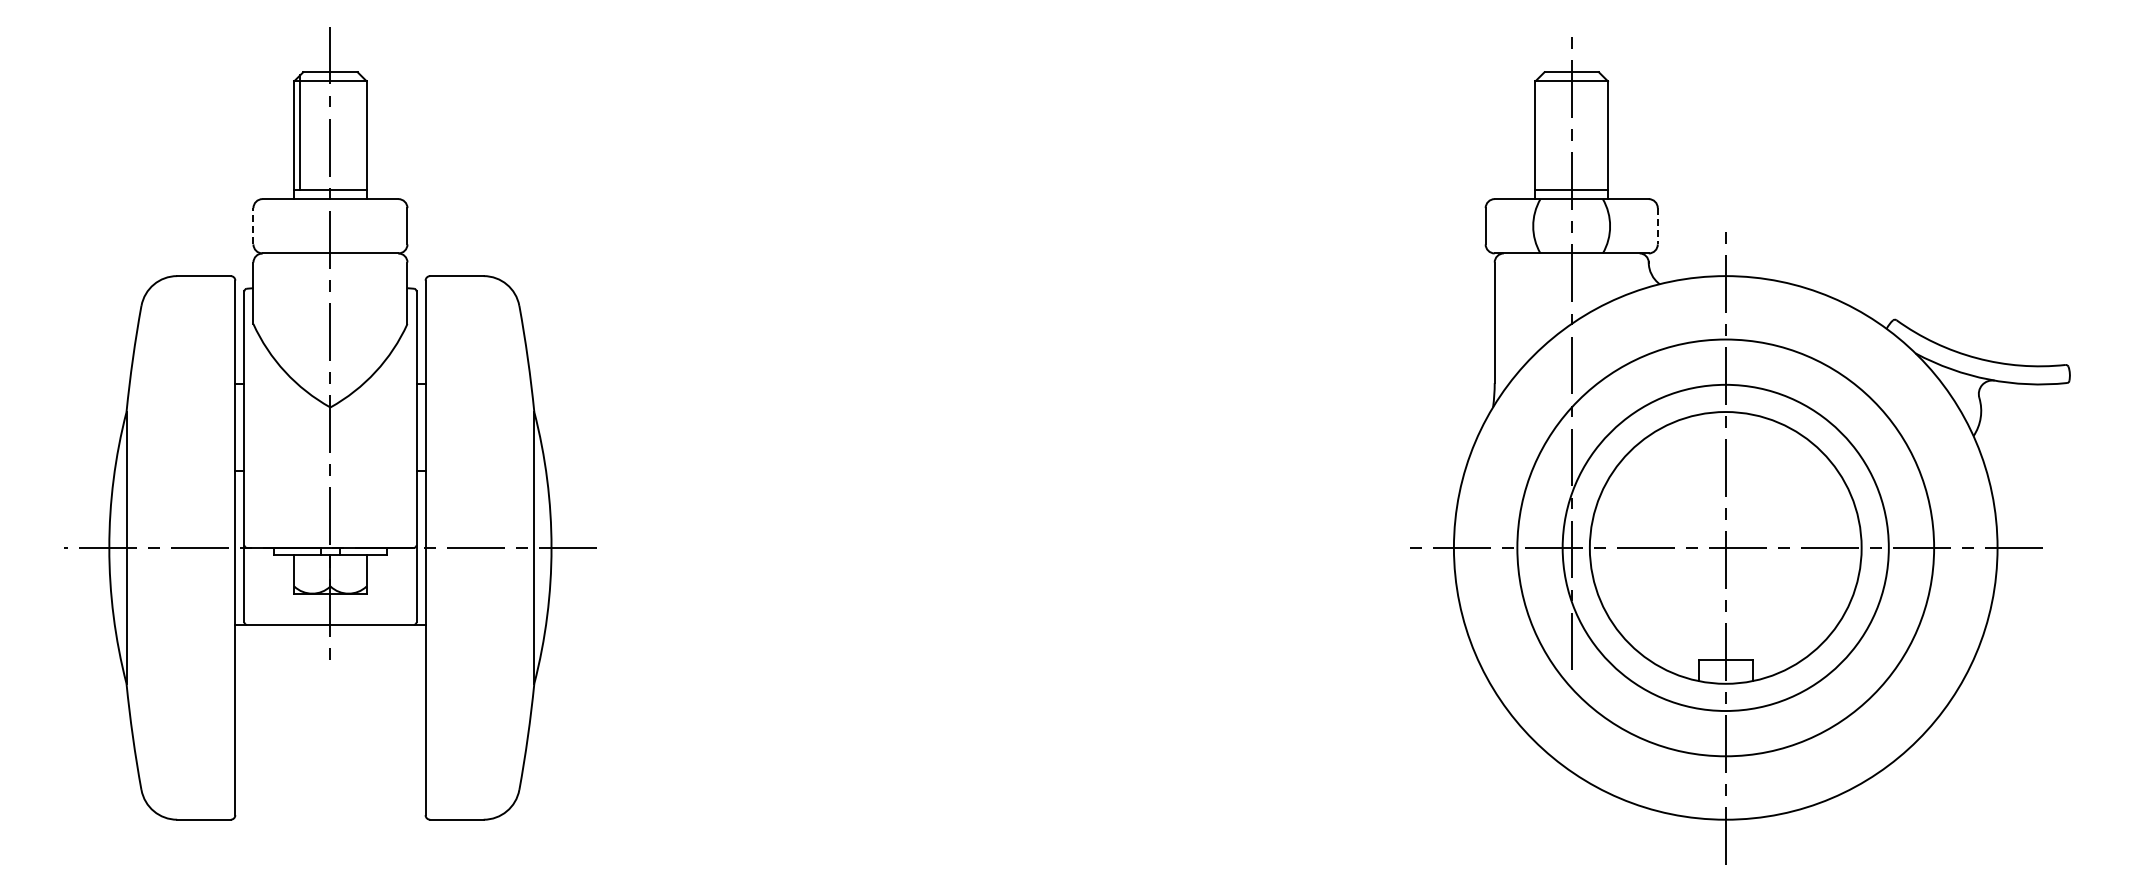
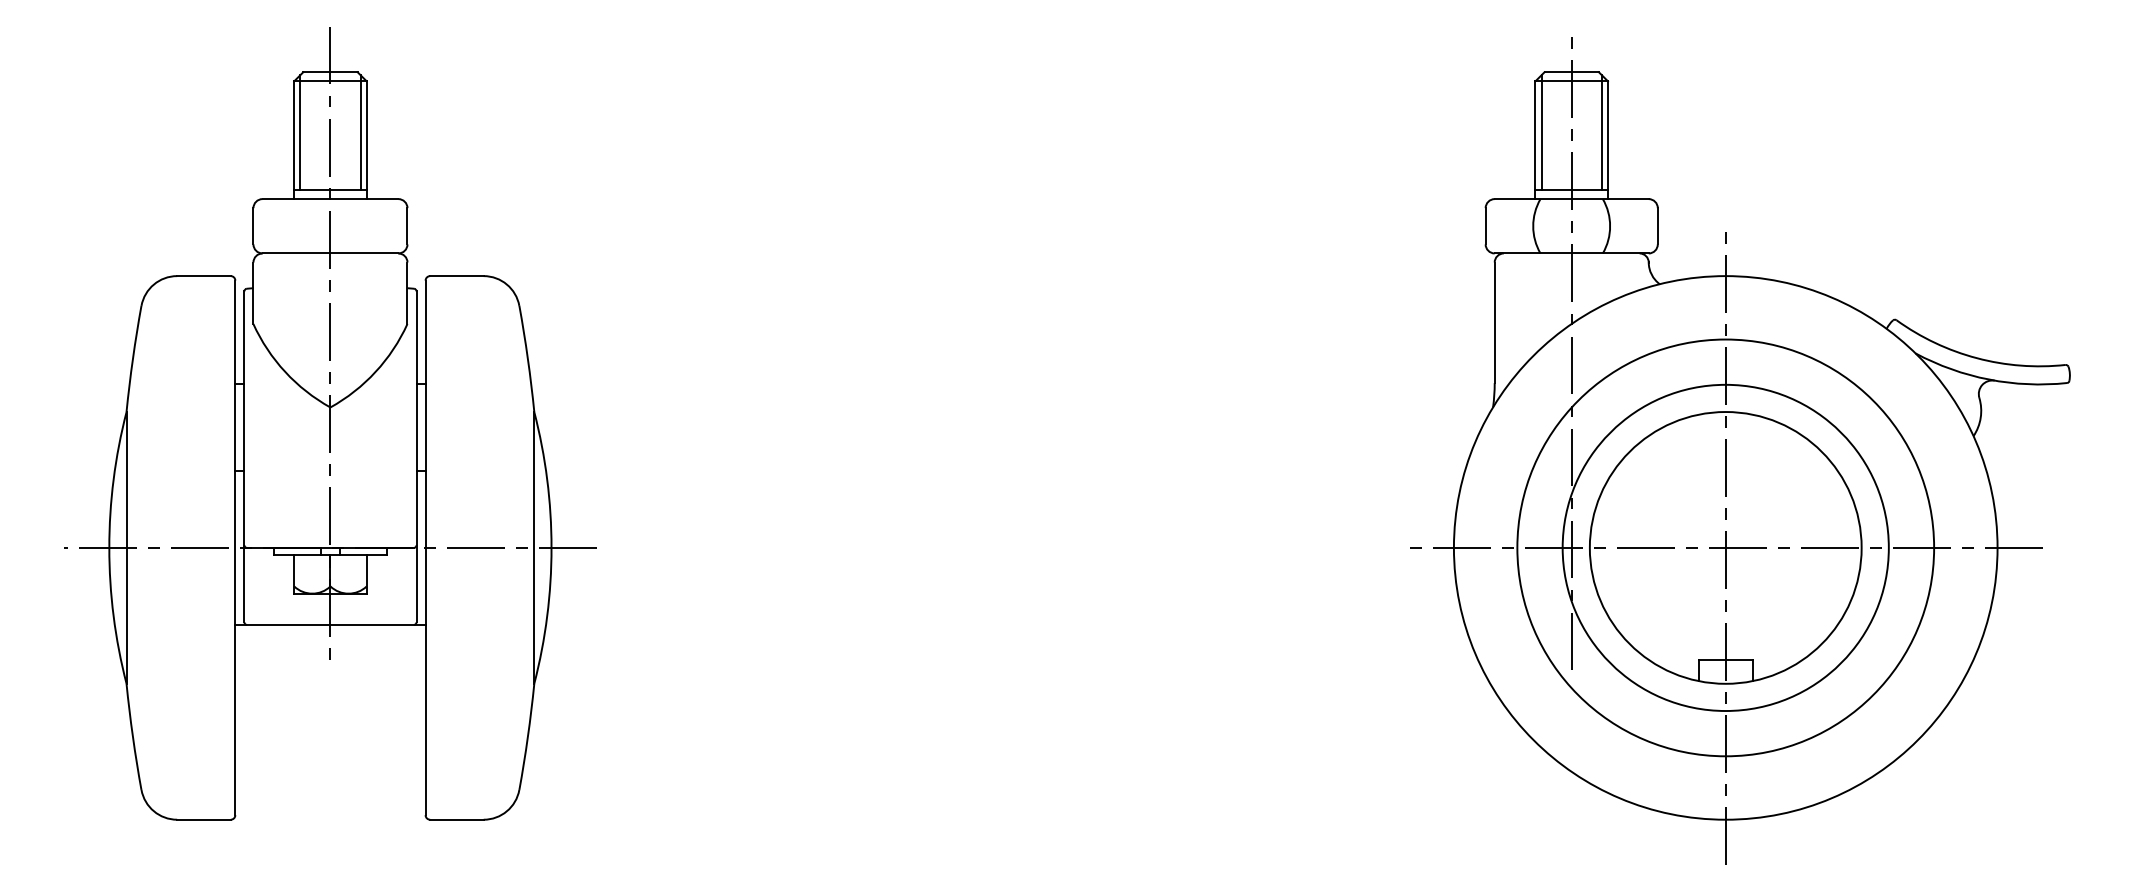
line at (360, 132): none -> present
line at (1541, 132): none -> present
line at (1601, 132): none -> present
line at (253, 225): dashed -> solid
line at (1657, 226): dashed -> solid
